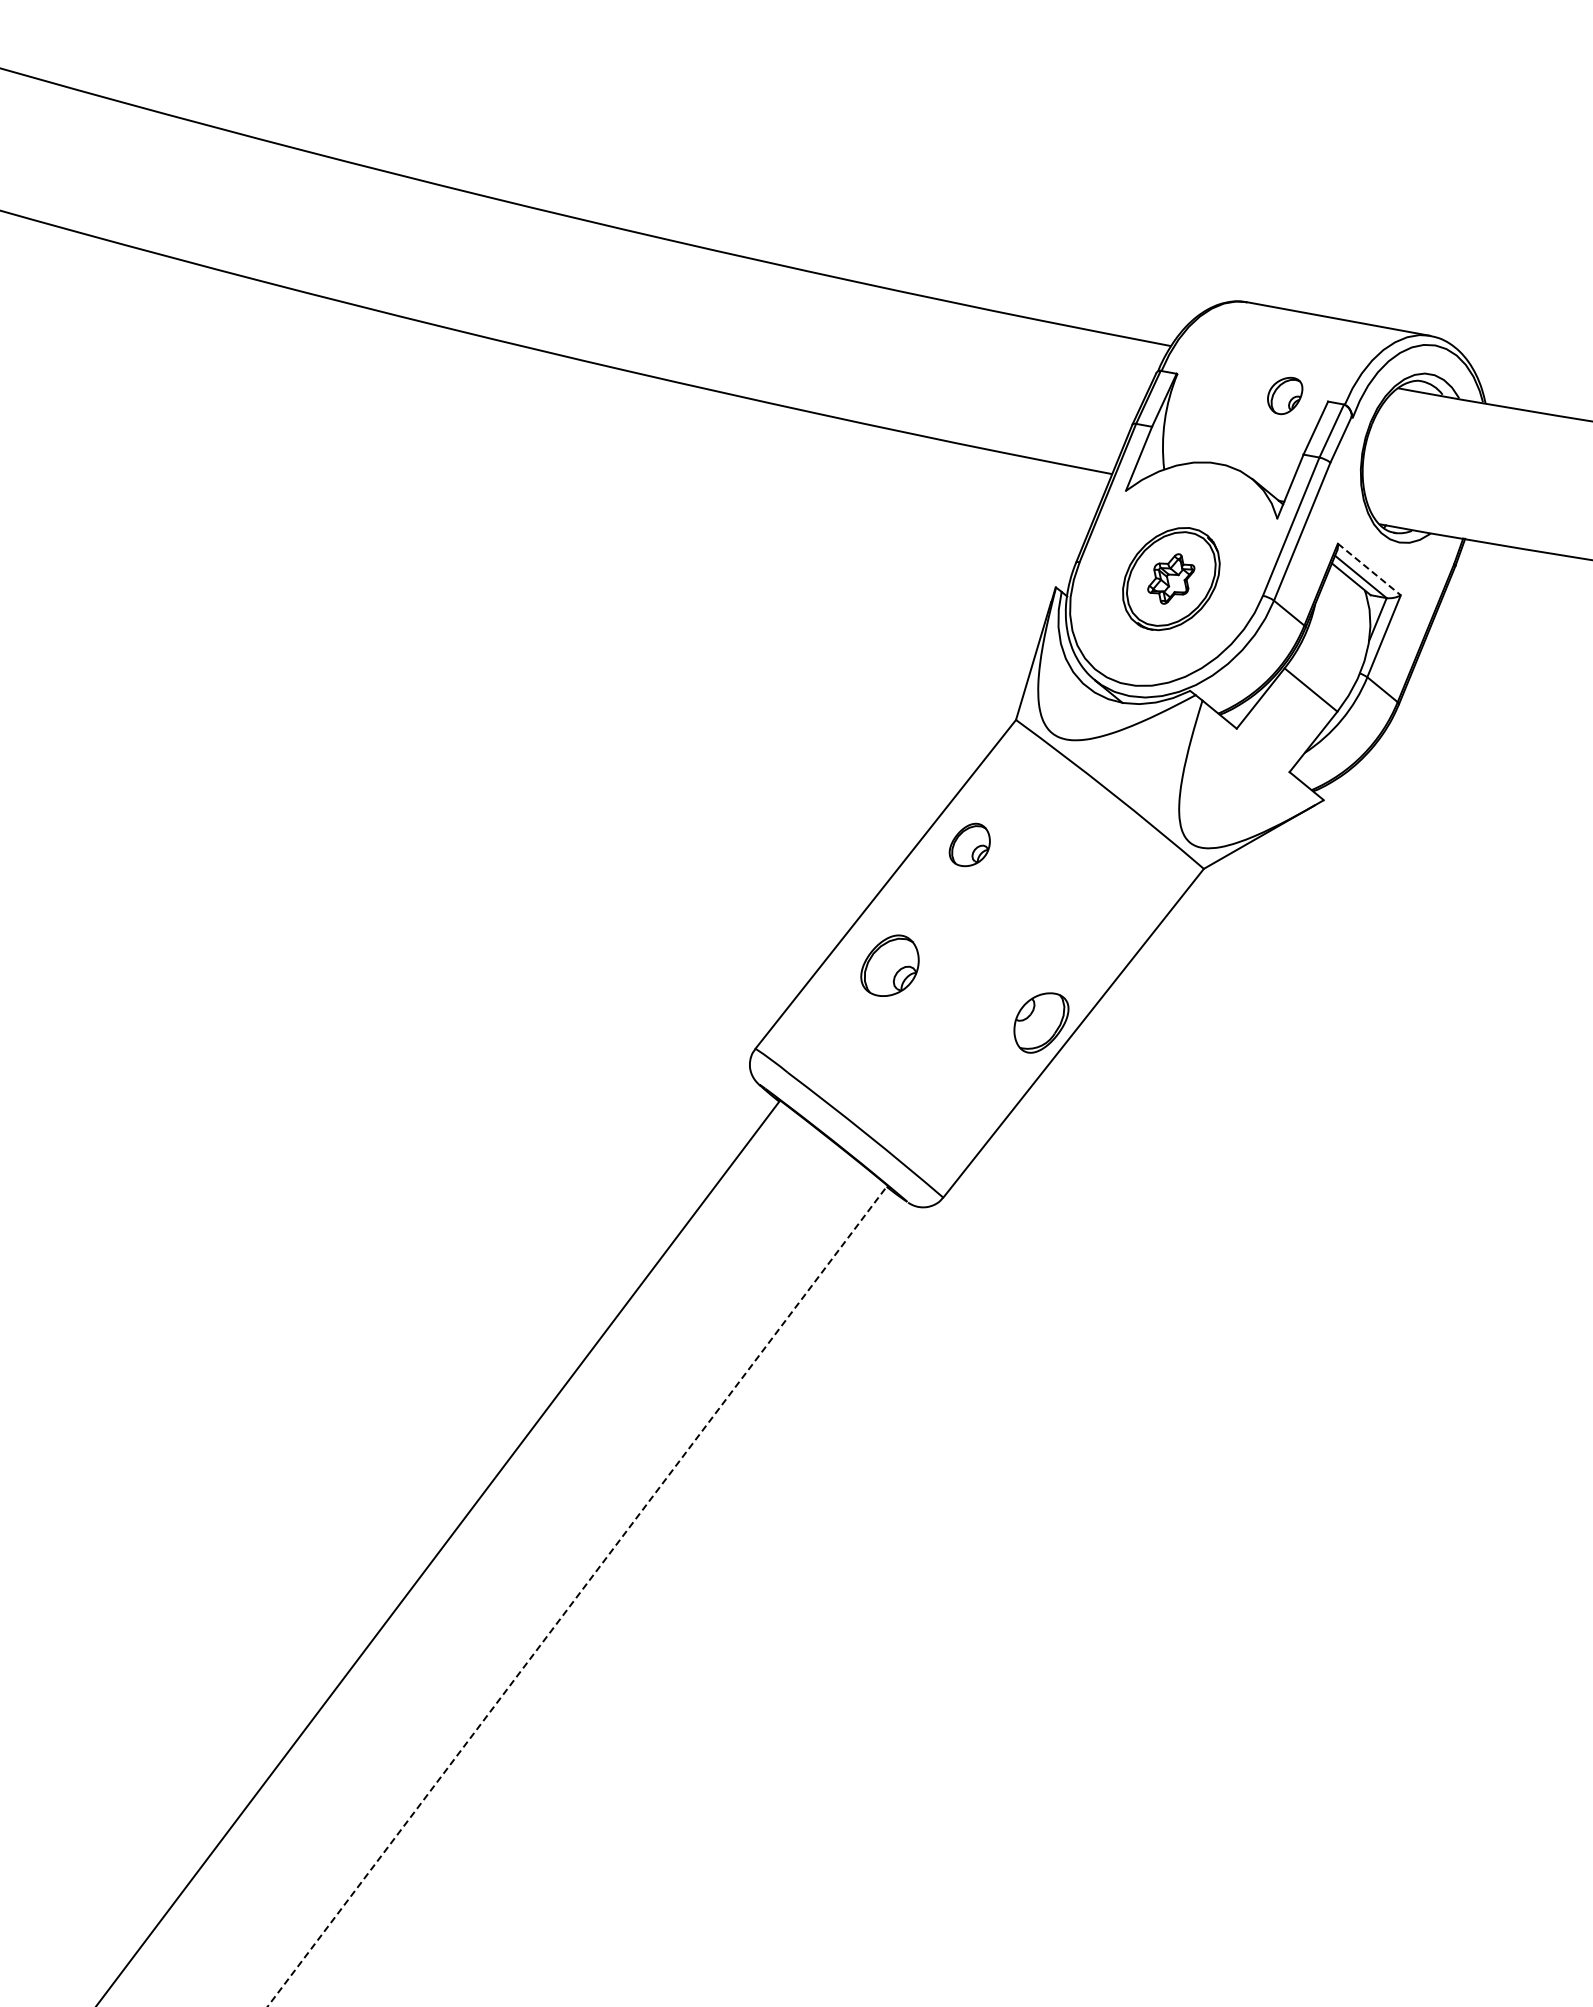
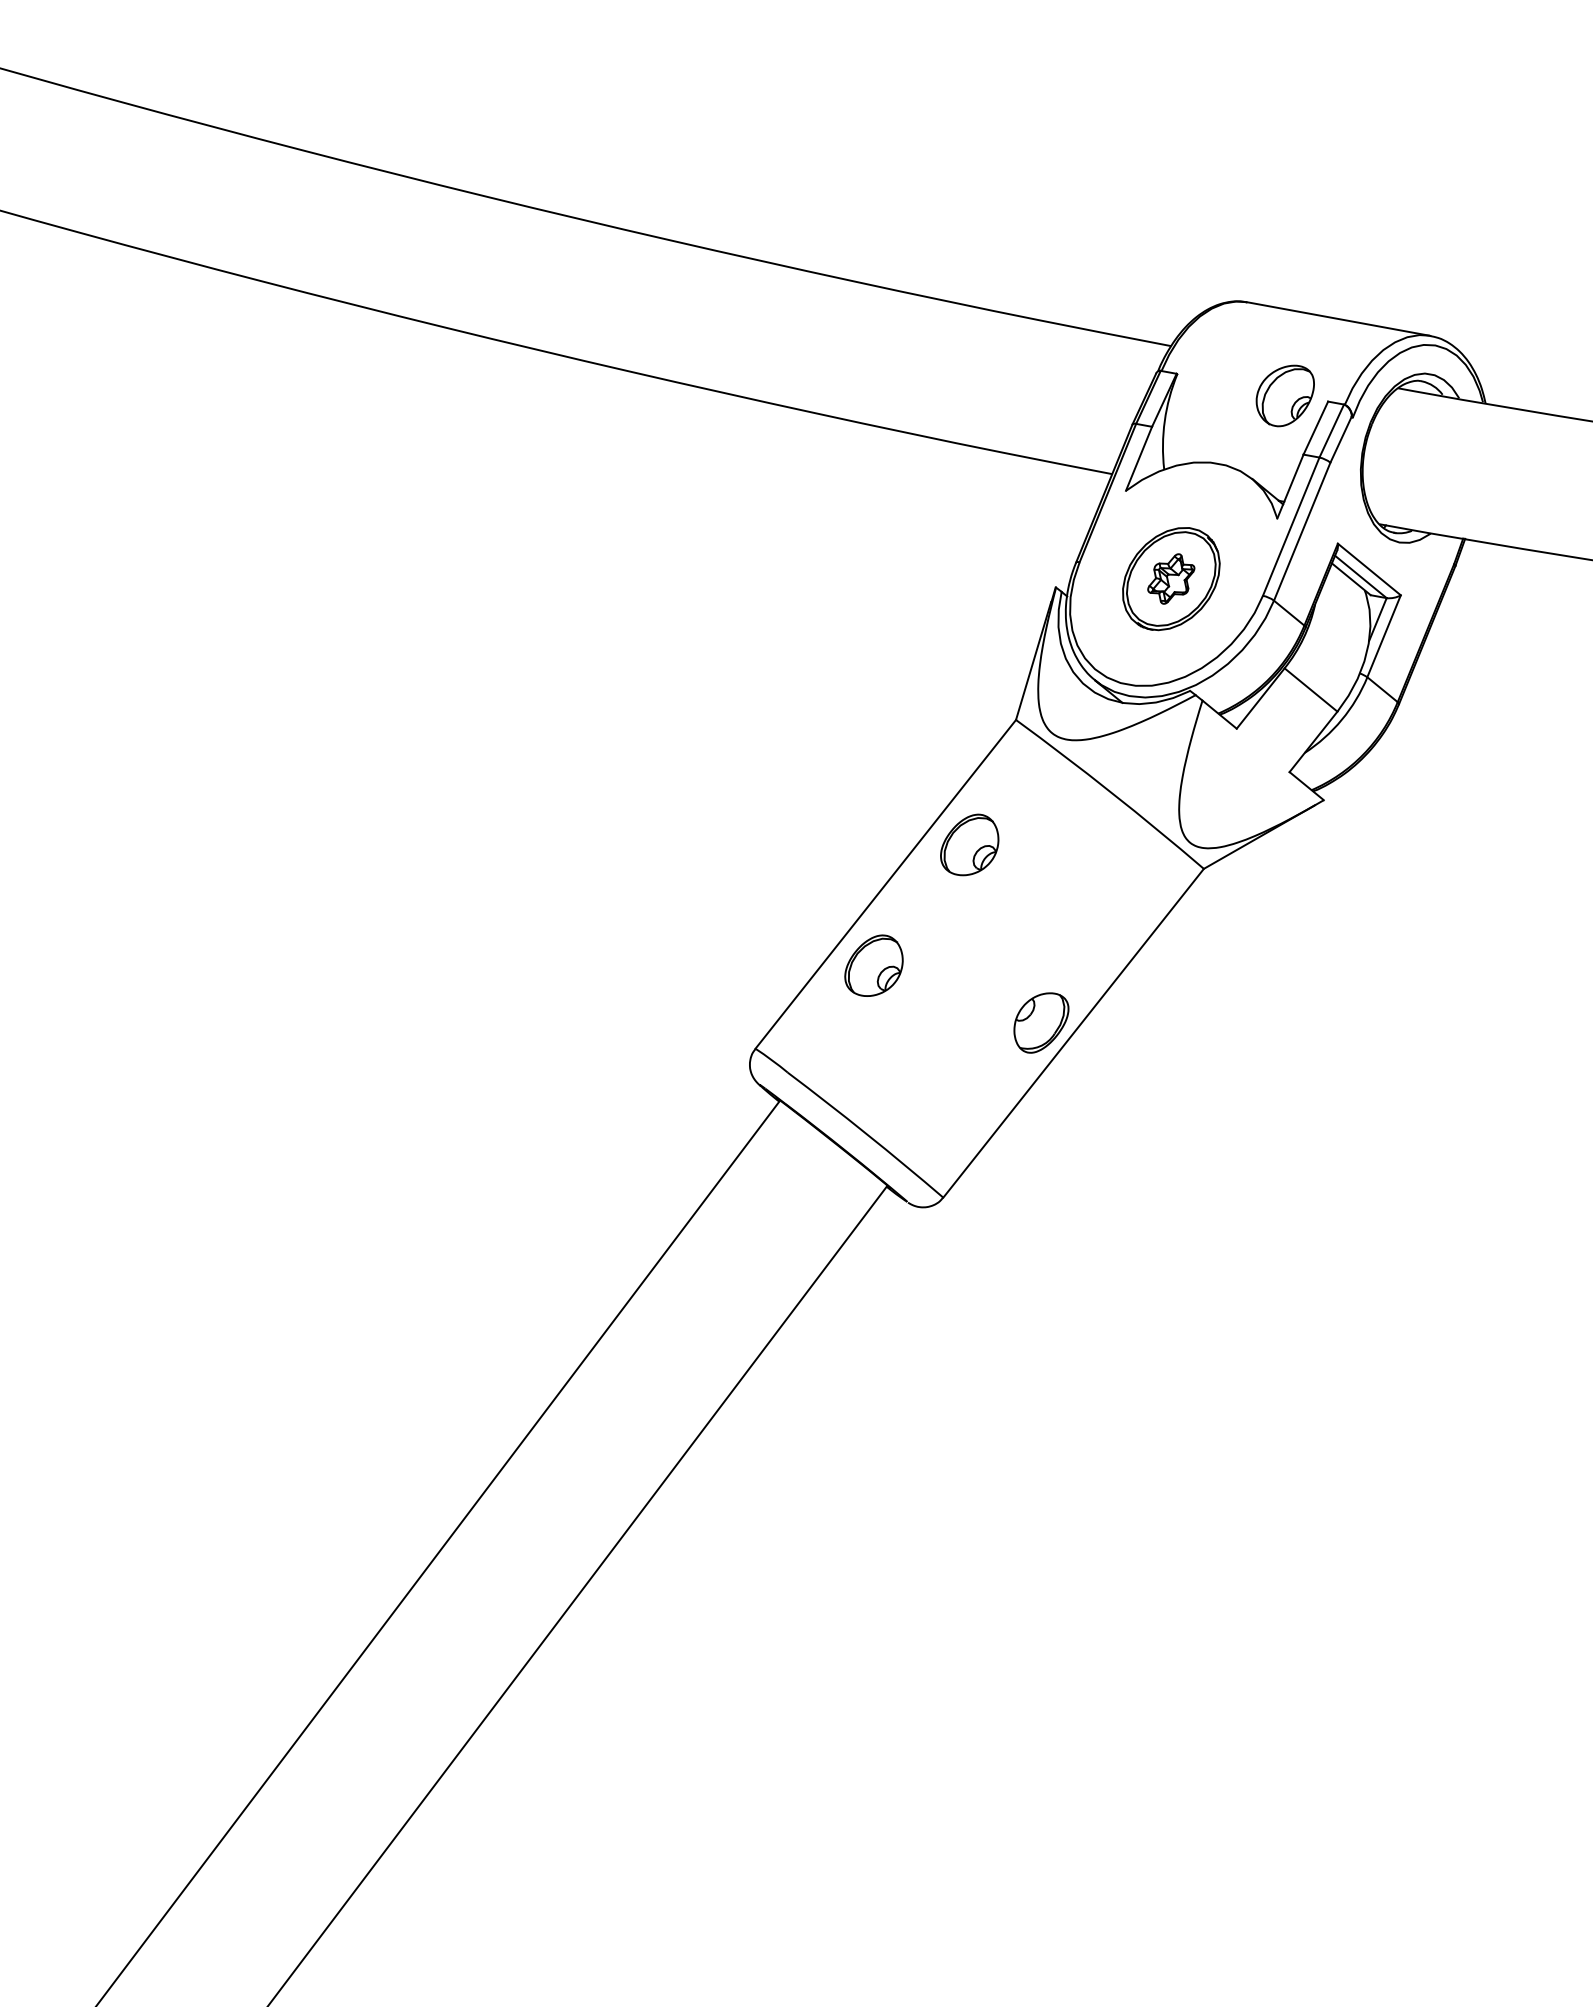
part at (1285, 395) size: 37x40 px -> 60x64 px
line at (1369, 569): dashed -> solid
part at (969, 844) size: 43x46 px -> 60x64 px
part at (889, 965) position: (889, 965) -> (873, 965)
line at (577, 1595): dashed -> solid
